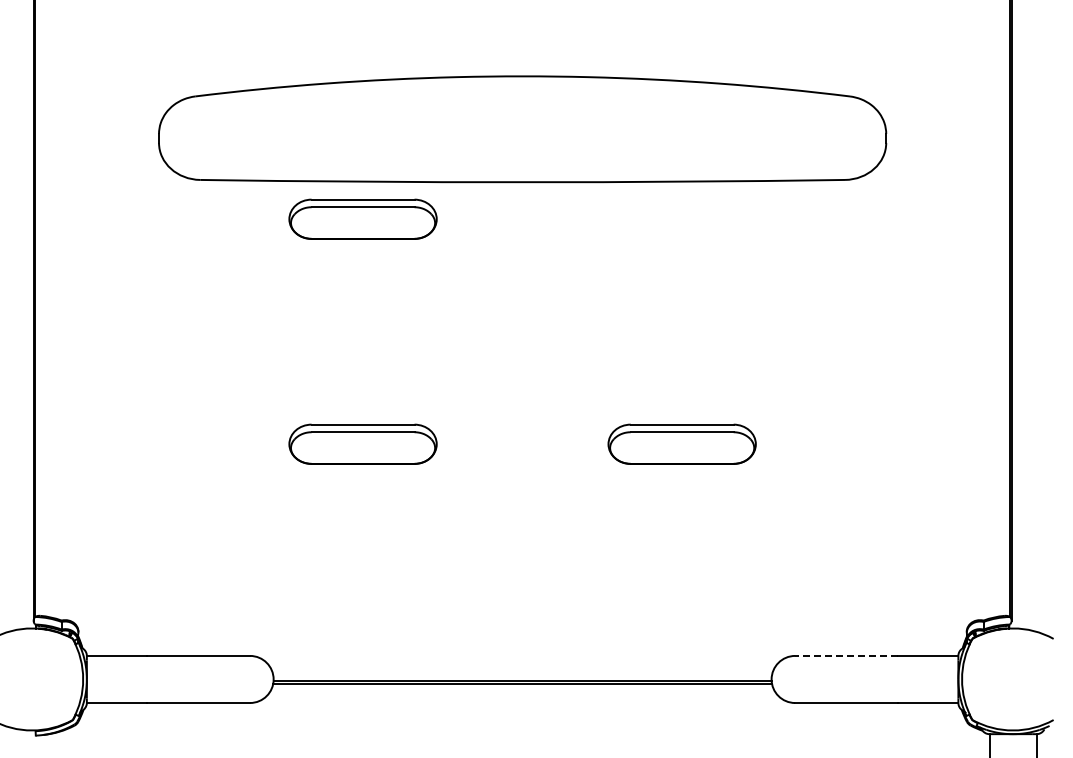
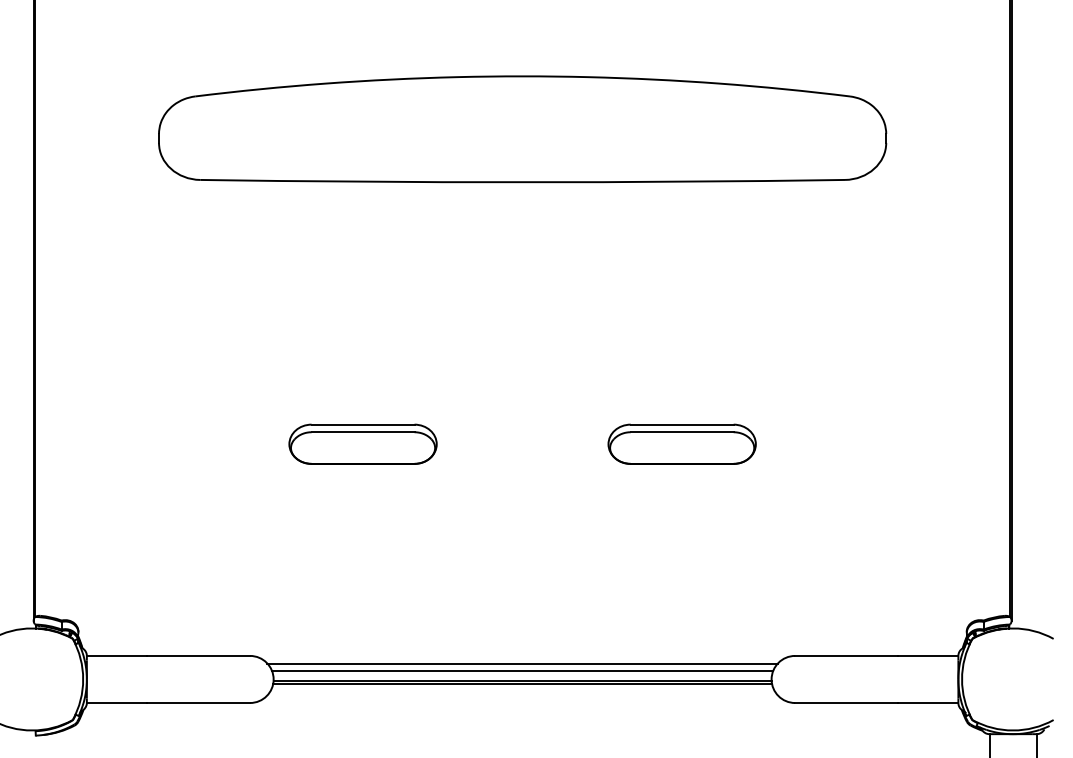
part at (362, 218): present -> none
line at (846, 655): dashed -> solid
line at (522, 663): none -> present
line at (522, 671): none -> present
